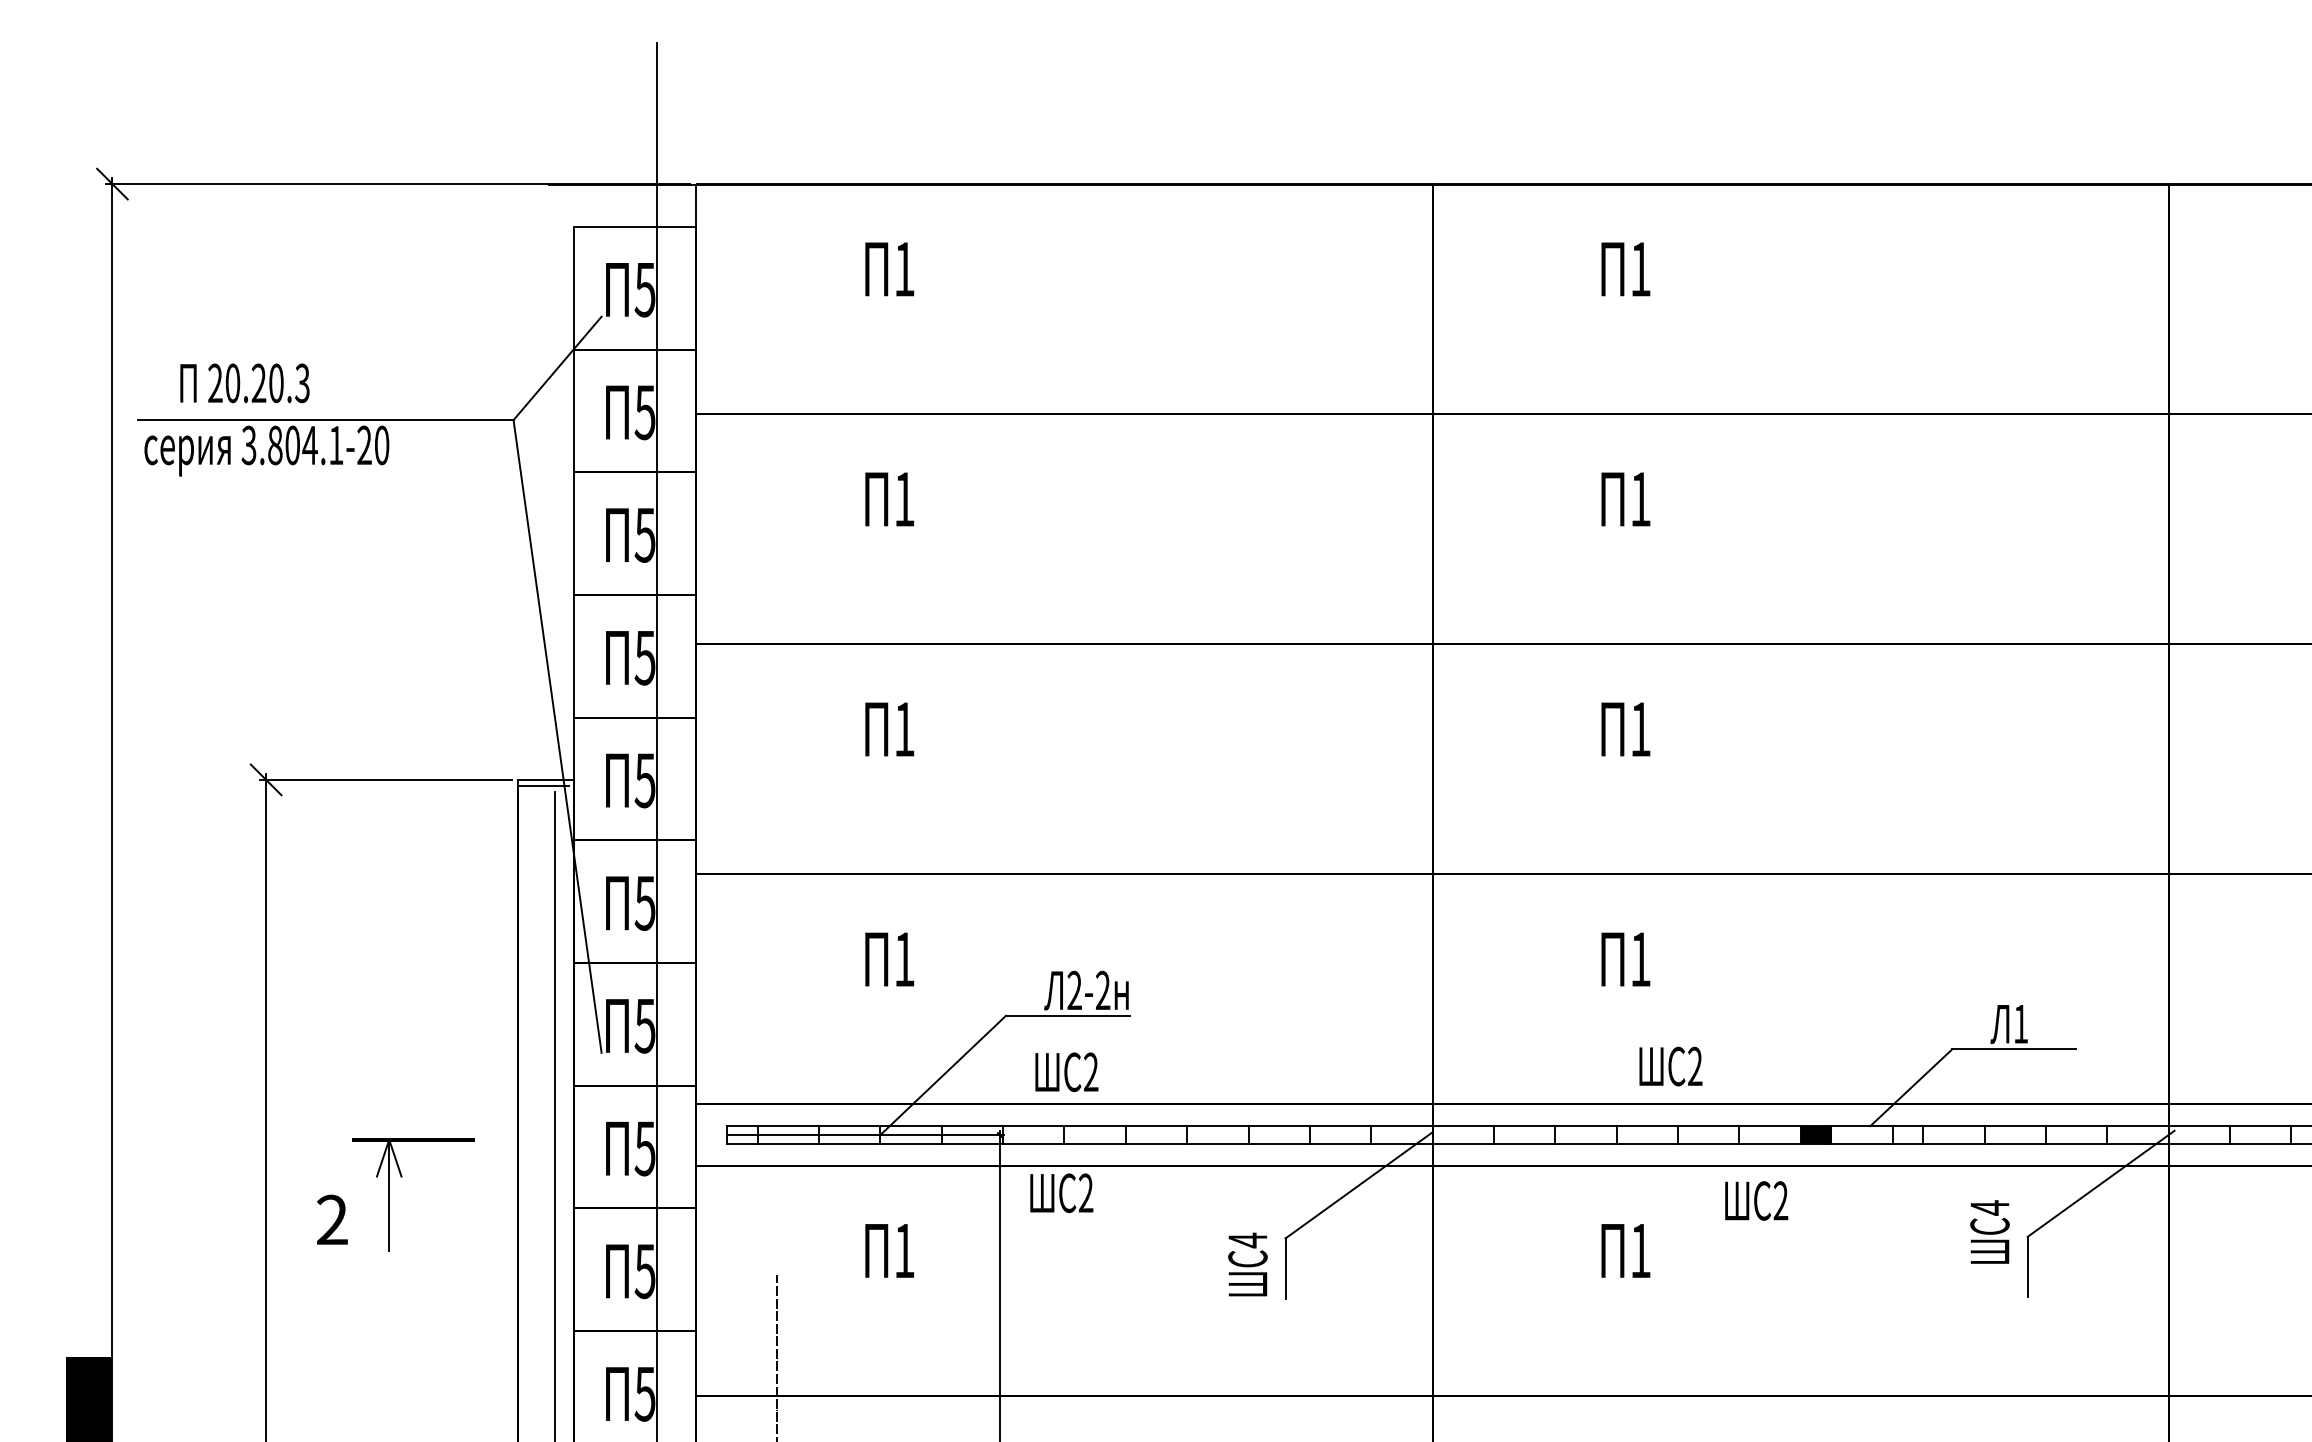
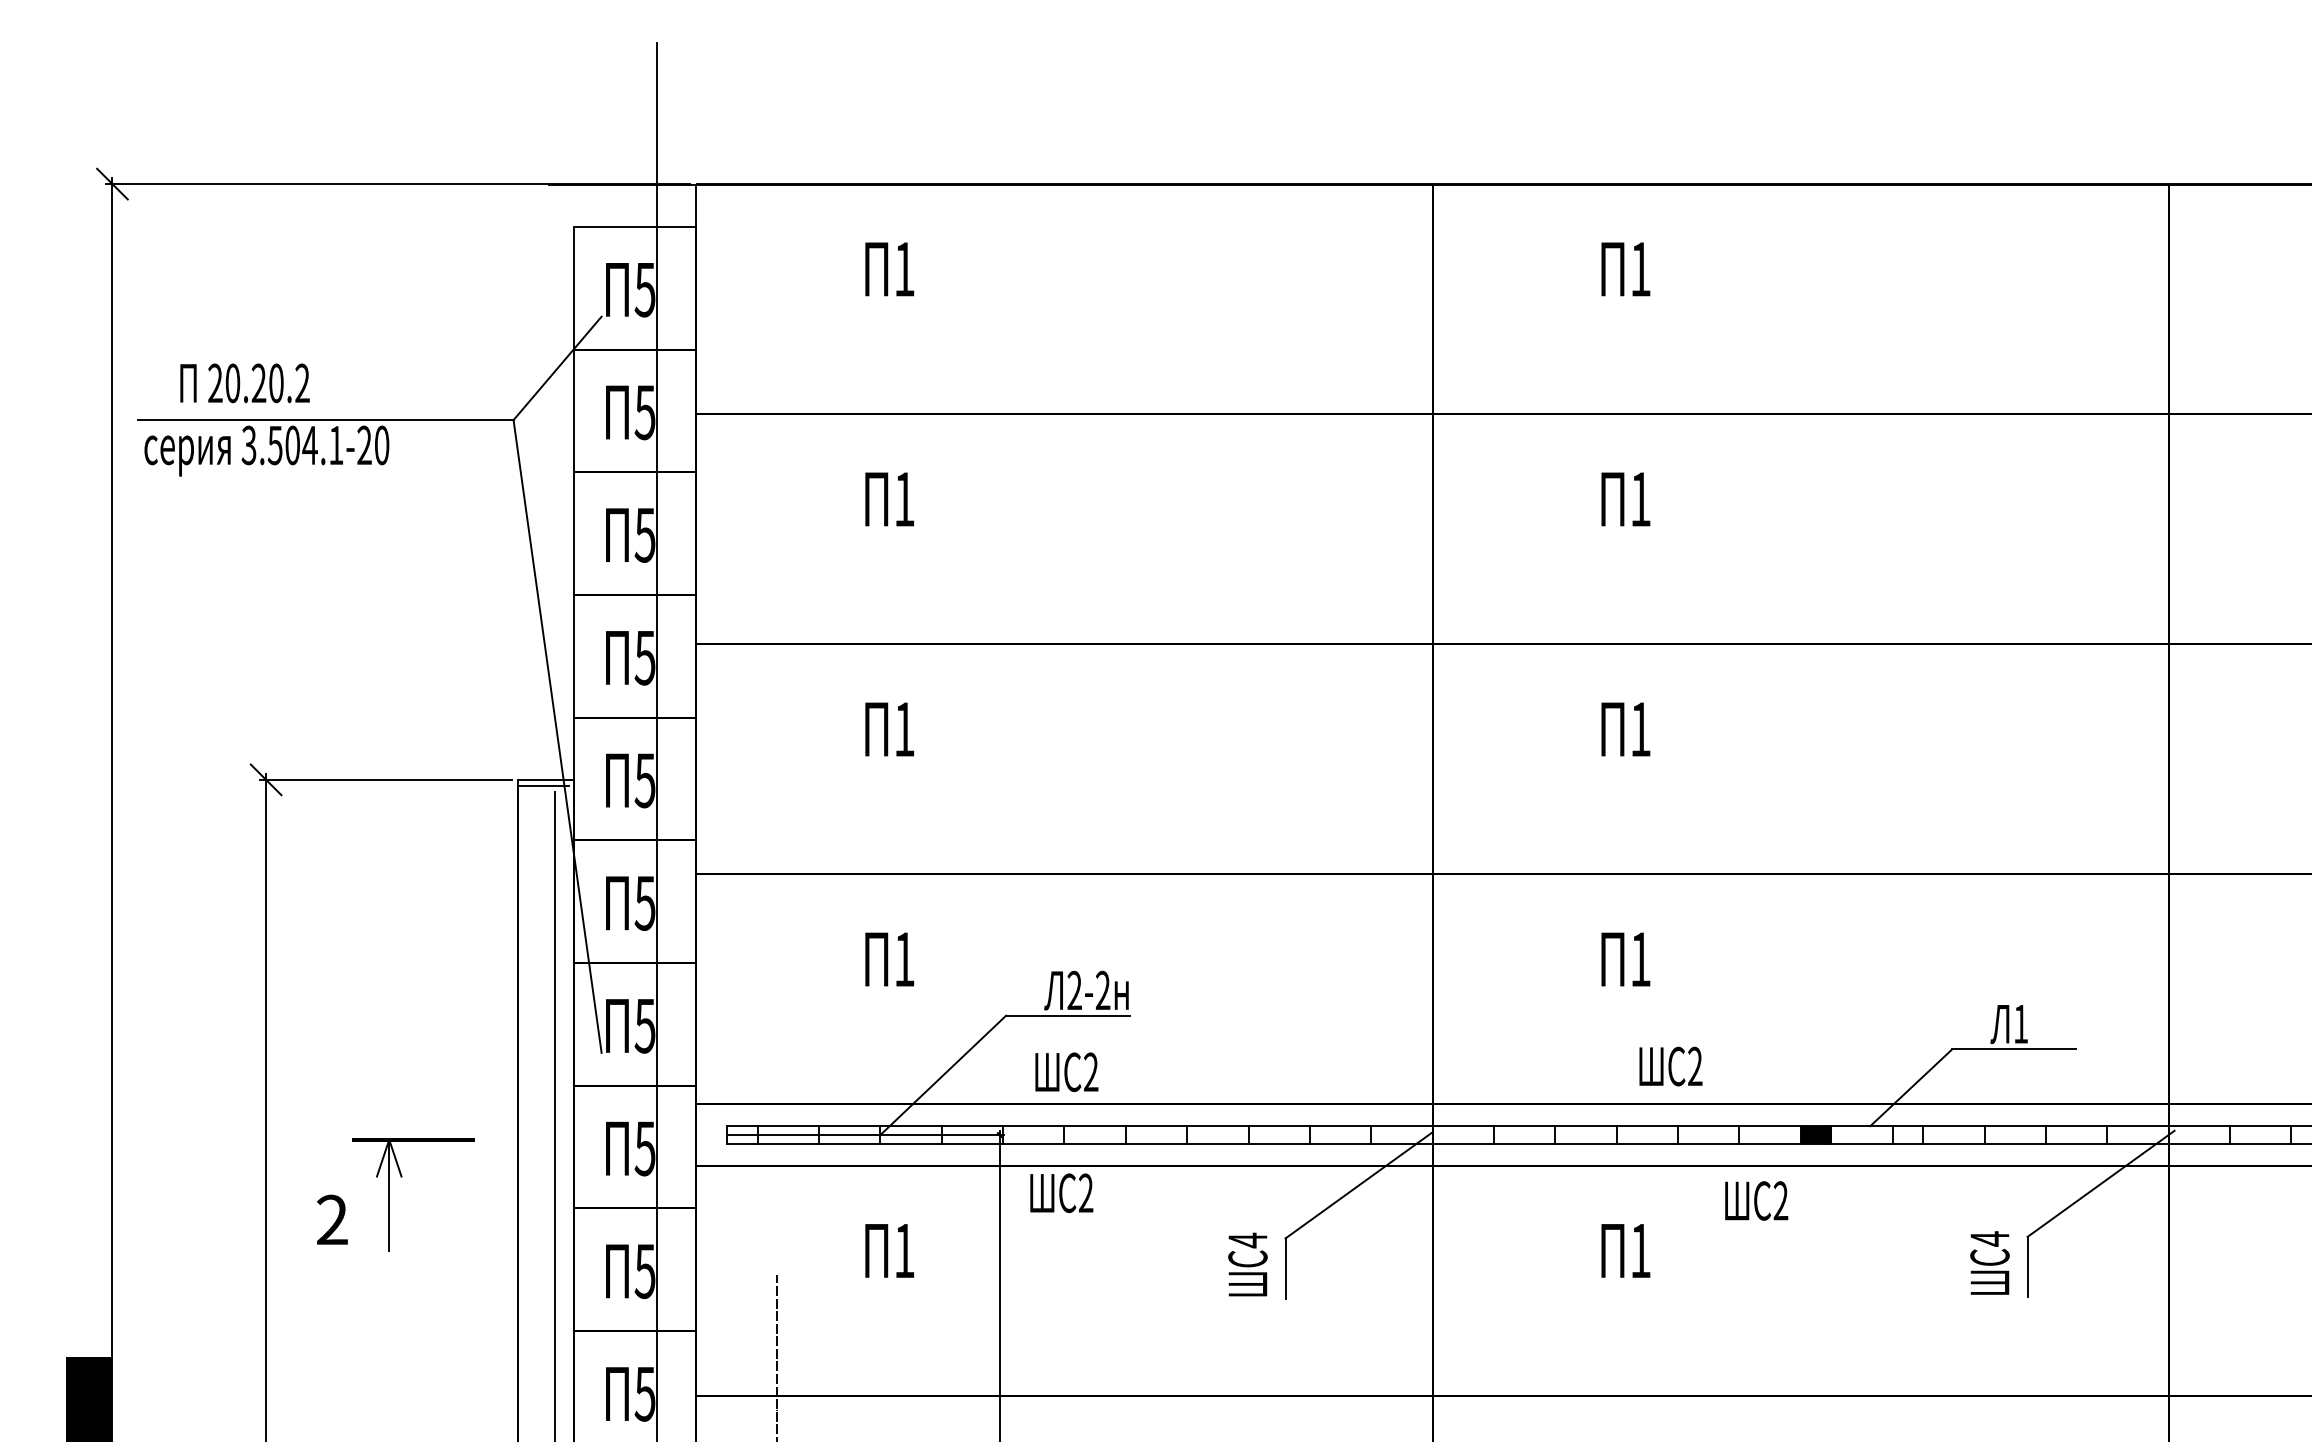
text at (302, 383): 20.20.3 -> 20.20.2
text at (274, 445): 3.804.1-20 -> 3.504.1-20
text at (1989, 1231) position: (1989, 1231) -> (1989, 1262)
